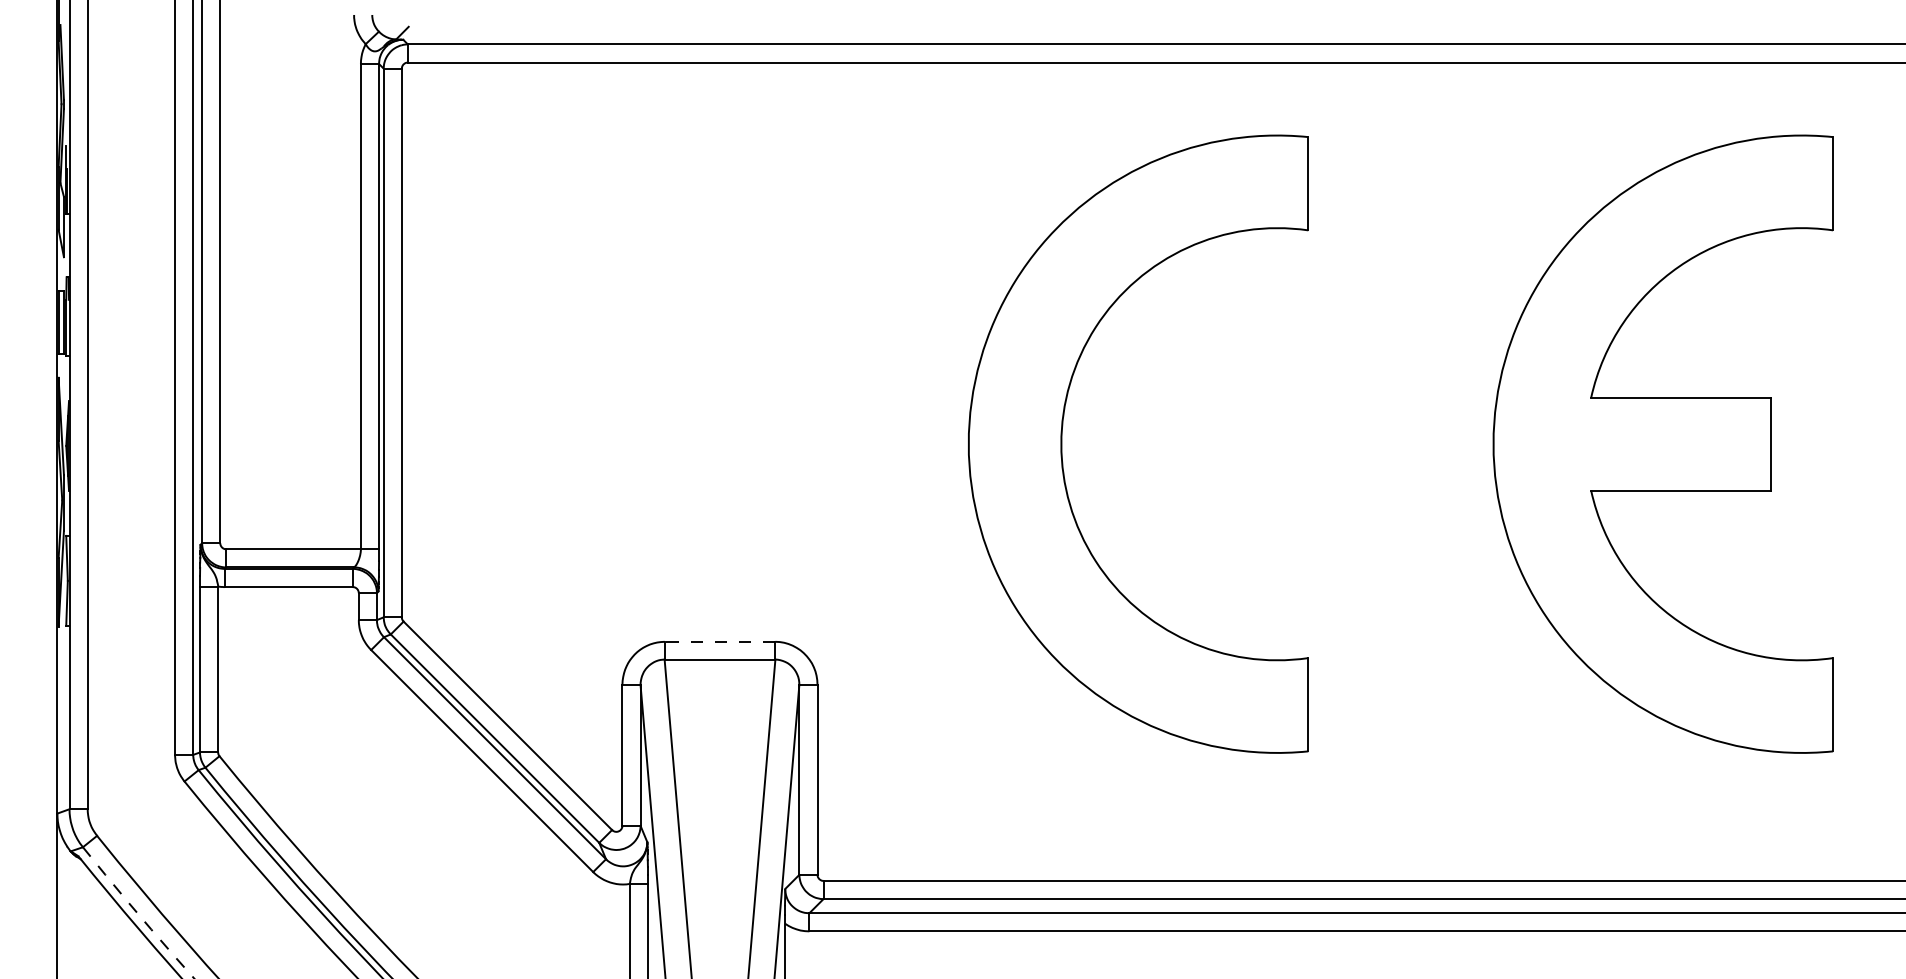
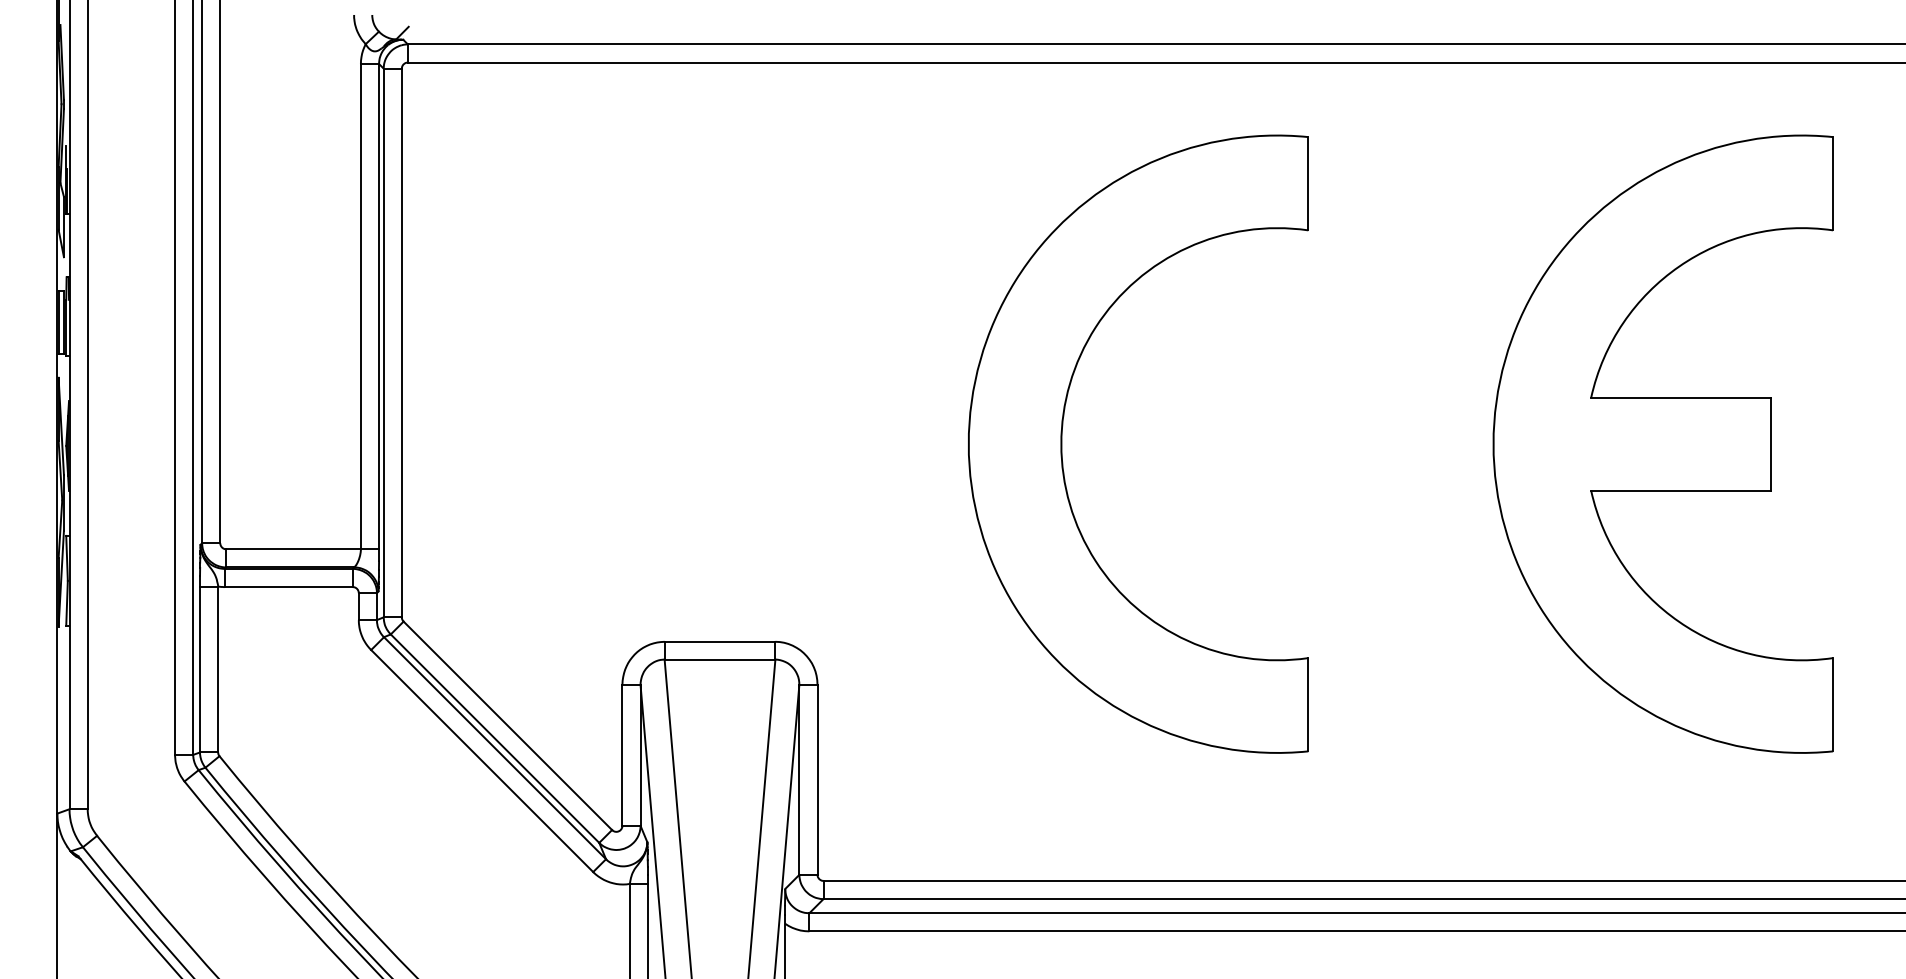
line at (719, 641): dashed -> solid
arc at (137, 913): dashed -> solid
